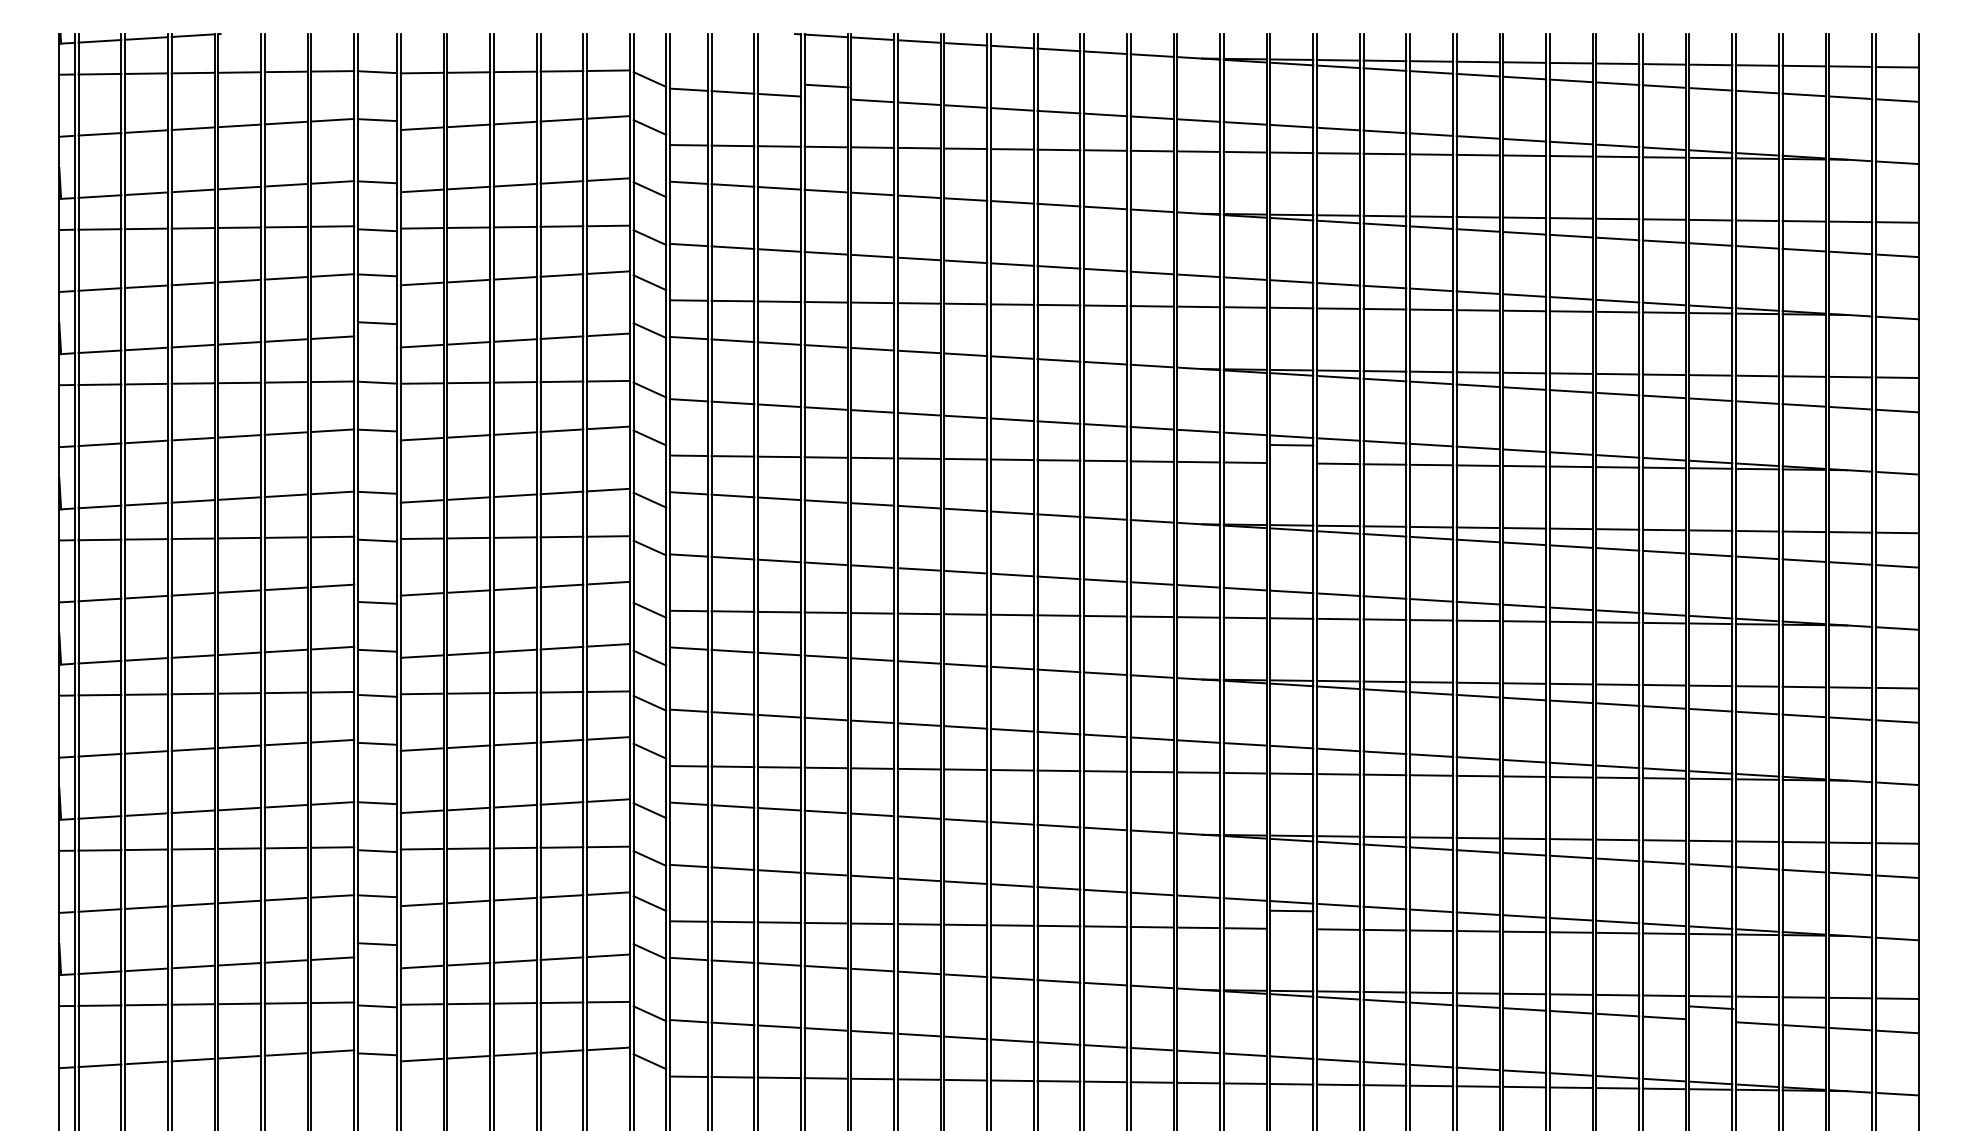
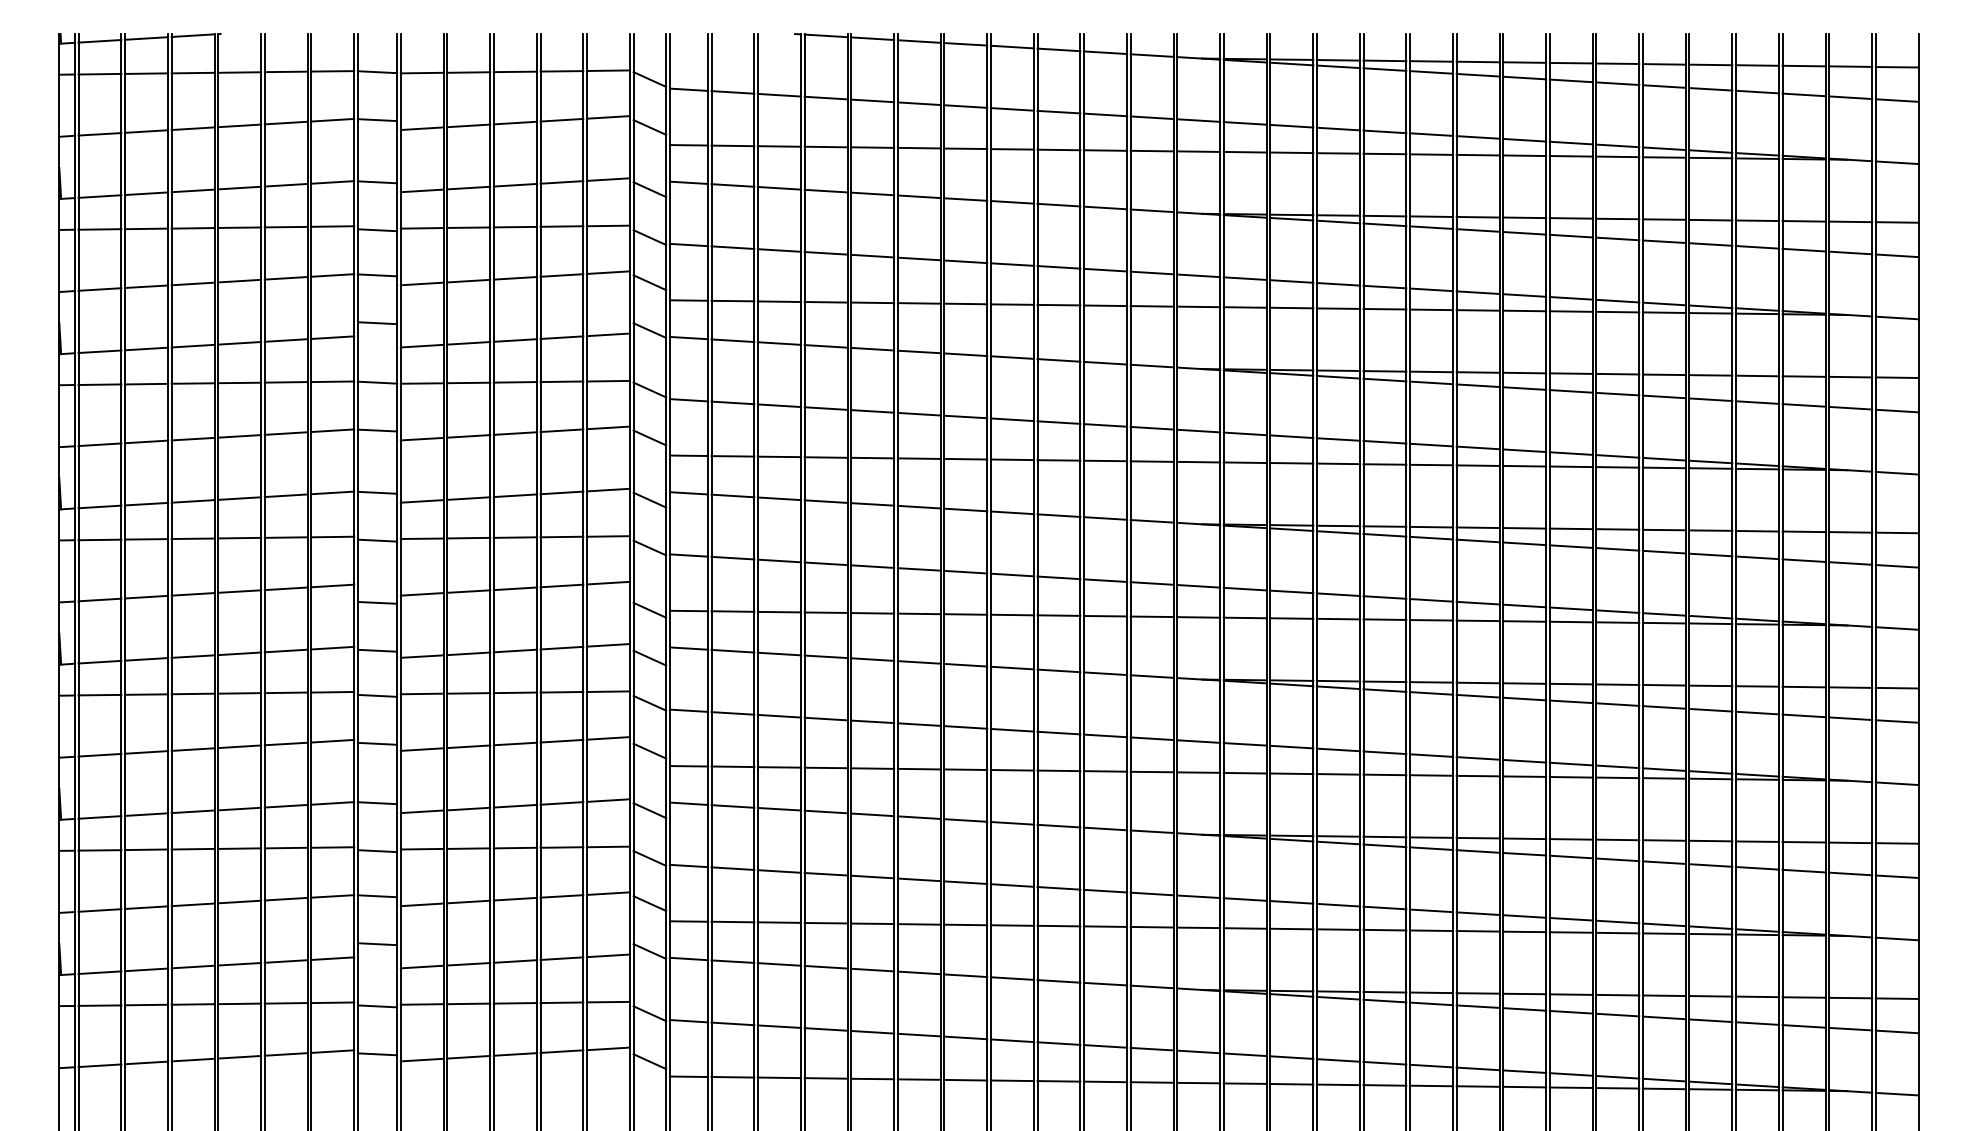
line at (826, 85) position: (826, 85) -> (825, 97)
line at (1291, 445) position: (1291, 445) -> (1291, 463)
line at (1291, 910) position: (1291, 910) -> (1291, 928)
line at (1711, 1007) position: (1711, 1007) -> (1710, 1020)
